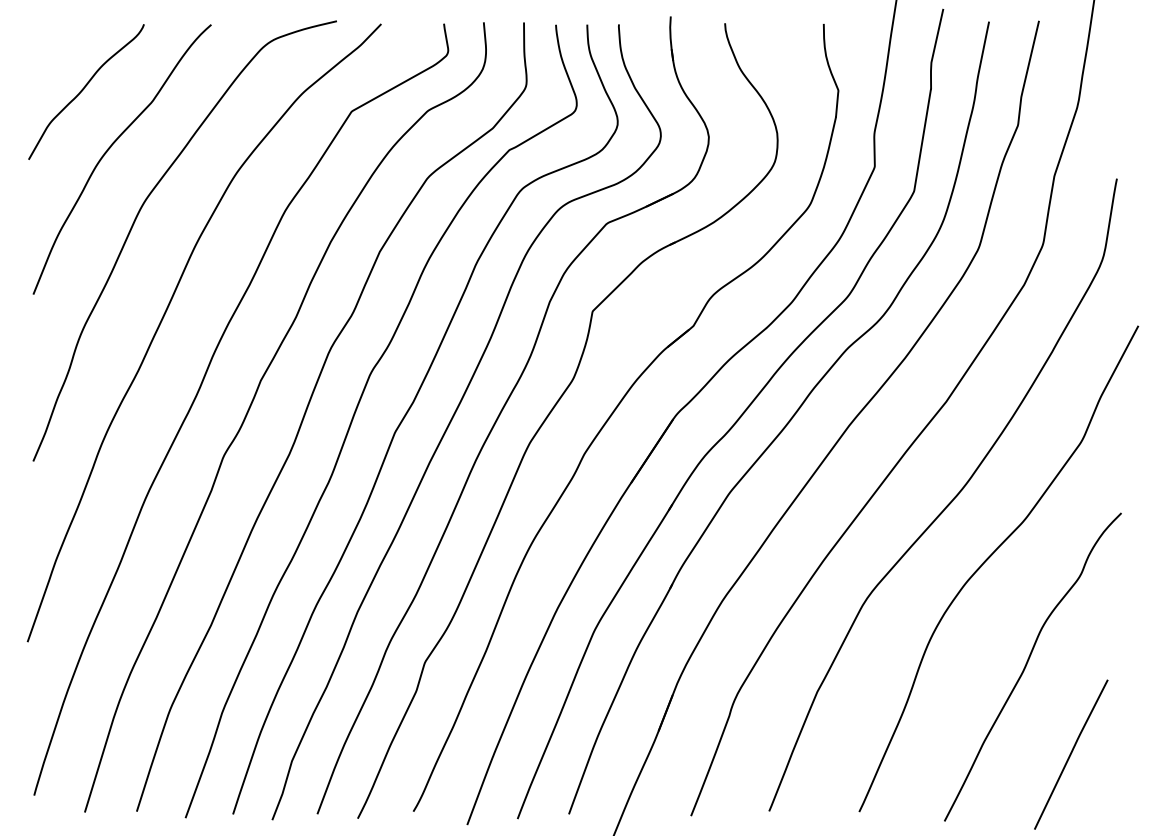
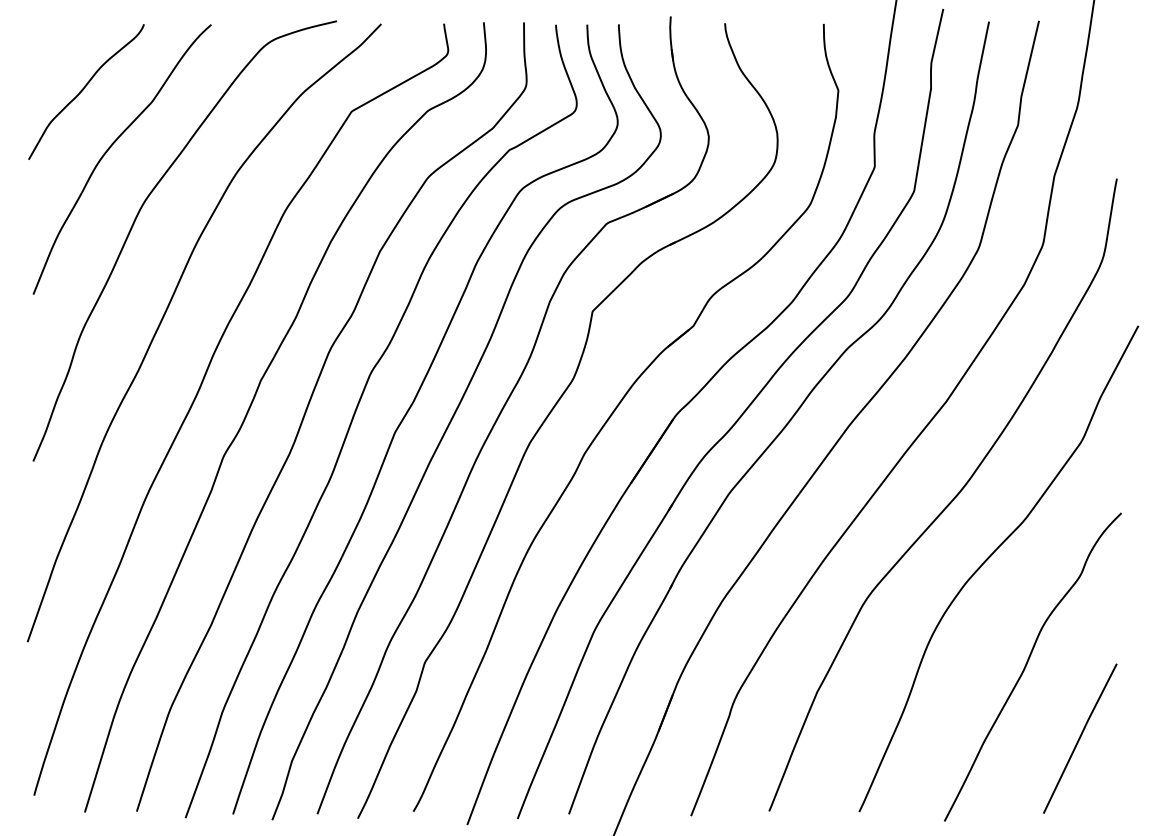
curve at (1071, 754) position: (1071, 754) -> (1080, 738)
